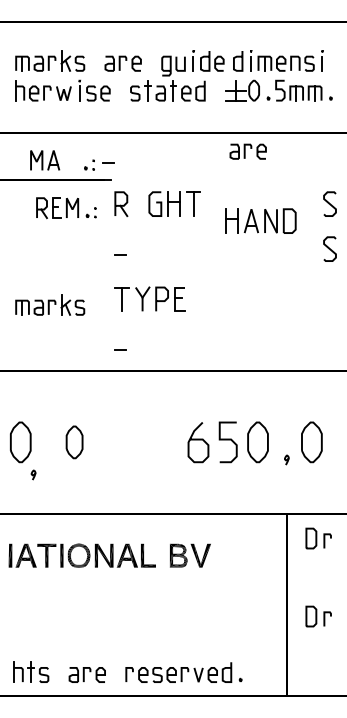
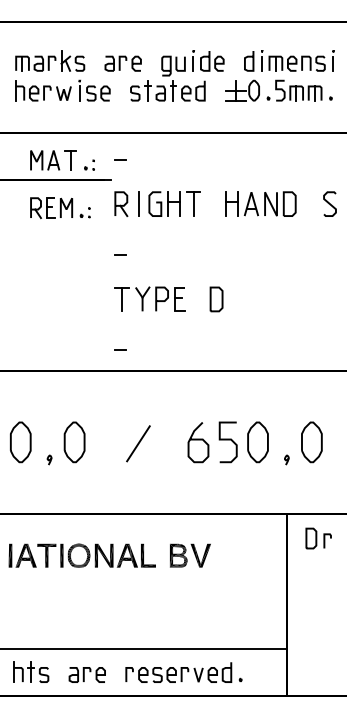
part at (278, 60) position: (278, 60) -> (289, 60)
part at (247, 151): present -> none
part at (70, 160): none -> present
line at (108, 162) position: (108, 162) -> (120, 159)
line at (138, 203): none -> present
part at (66, 208) position: (66, 208) -> (60, 208)
part at (260, 220) position: (260, 220) -> (260, 203)
curve at (329, 248): present -> none
part at (216, 299): none -> present
part at (50, 304): present -> none
part at (74, 442) size: 19x35 px -> 23x43 px
line at (138, 443): none -> present
part at (33, 474) position: (33, 474) -> (49, 459)
part at (318, 616): present -> none
line at (144, 648): none -> present
